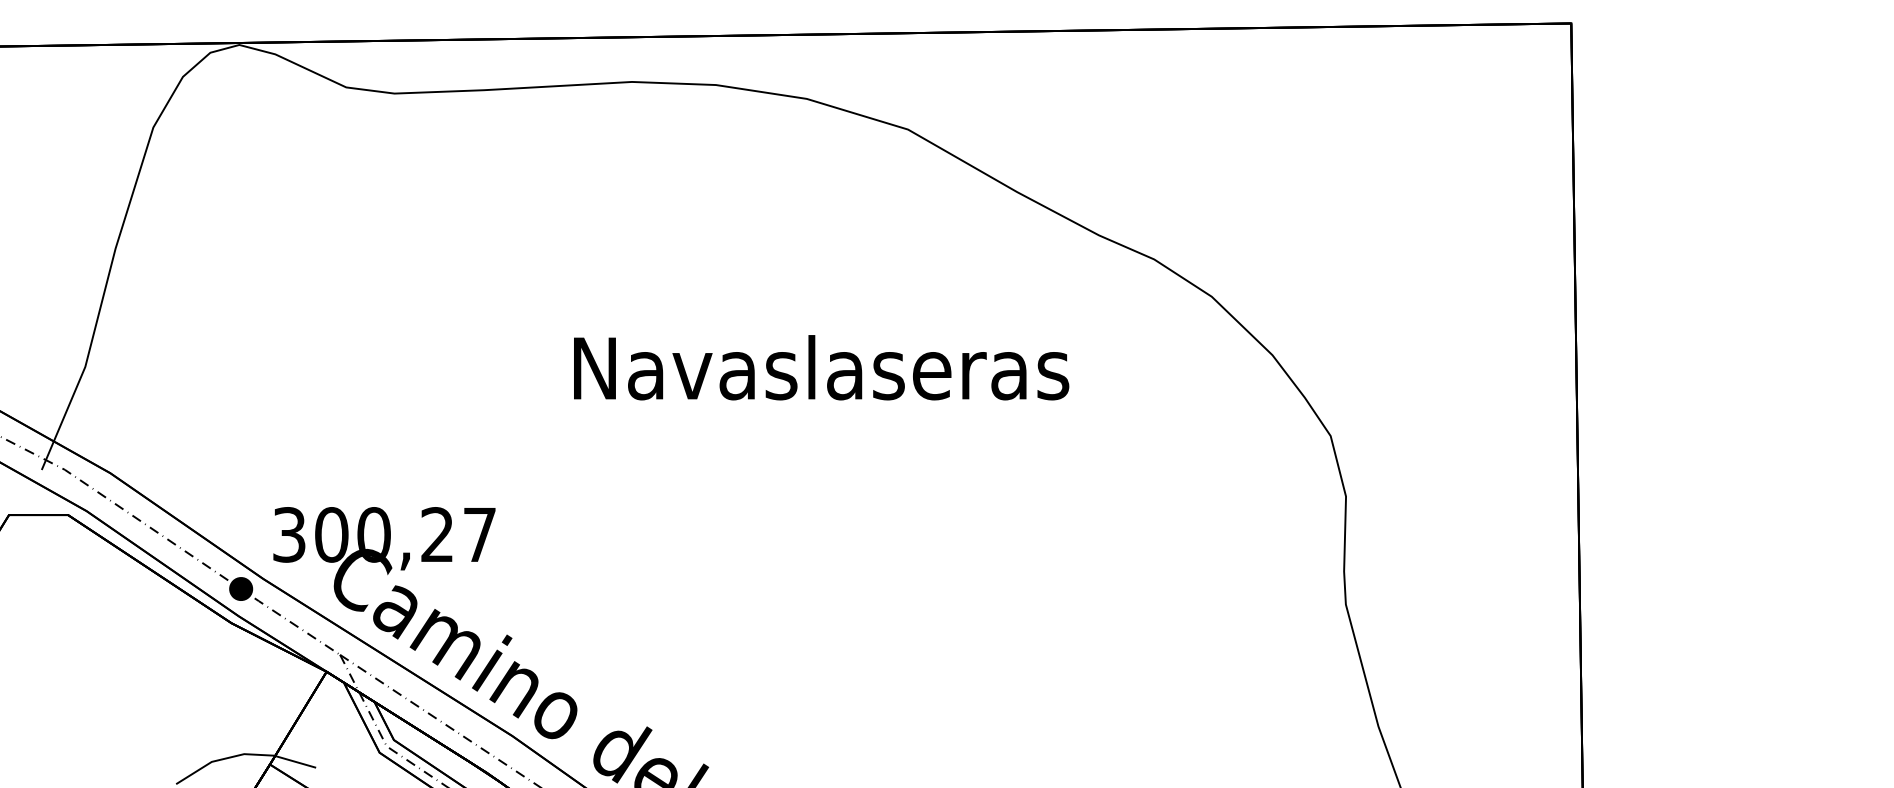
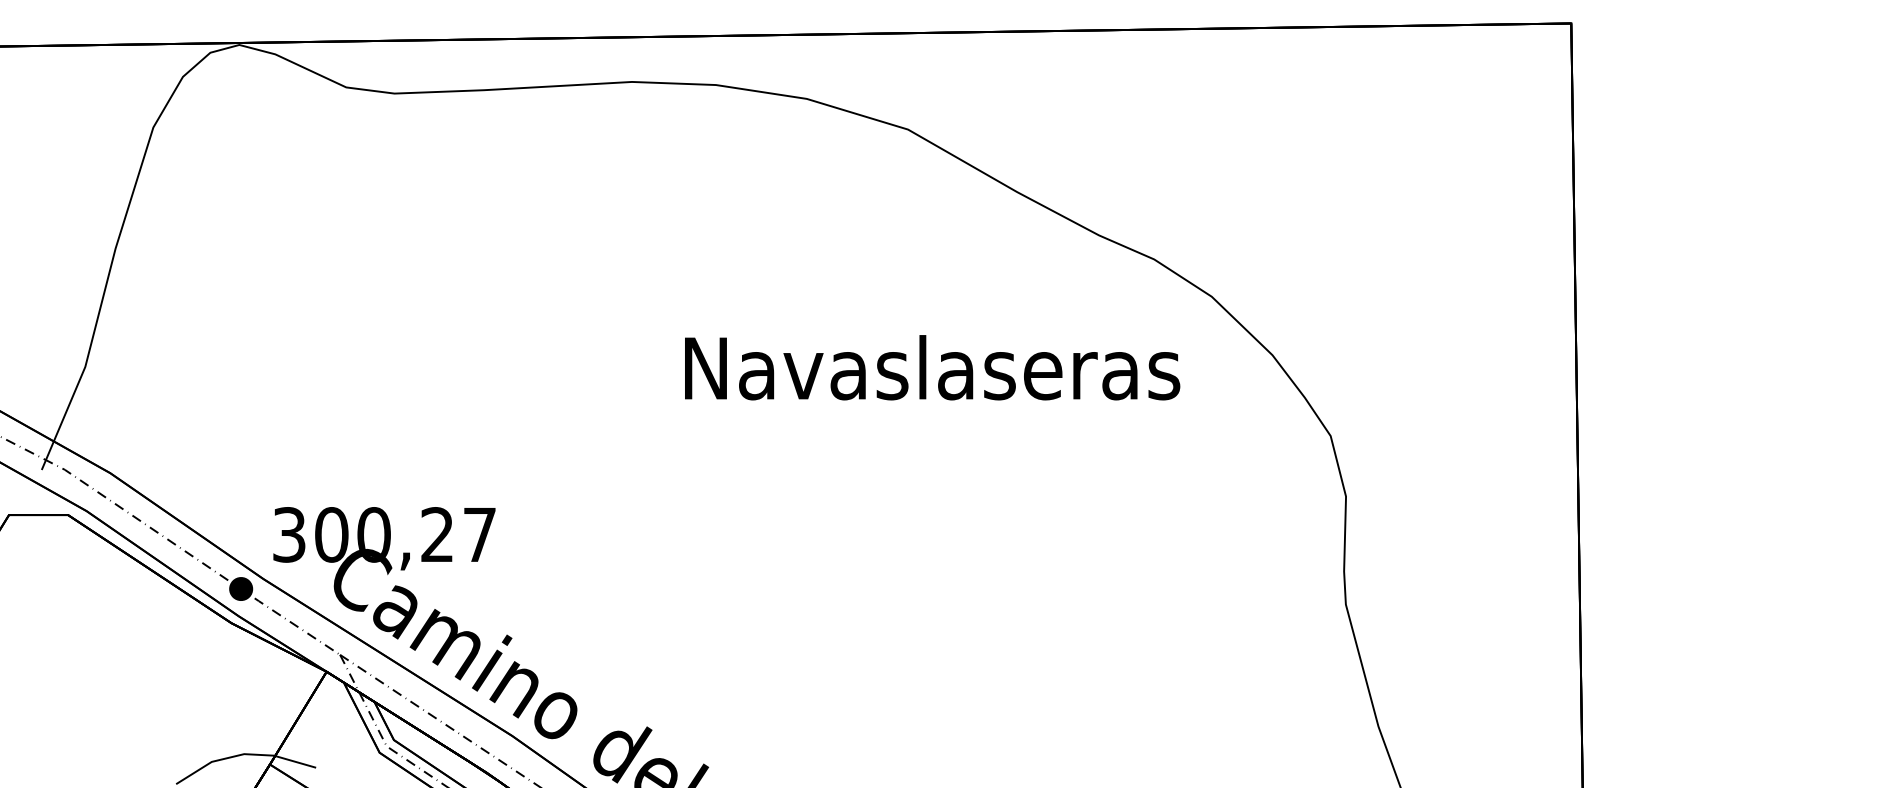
text at (821, 367) position: (821, 367) -> (932, 367)
